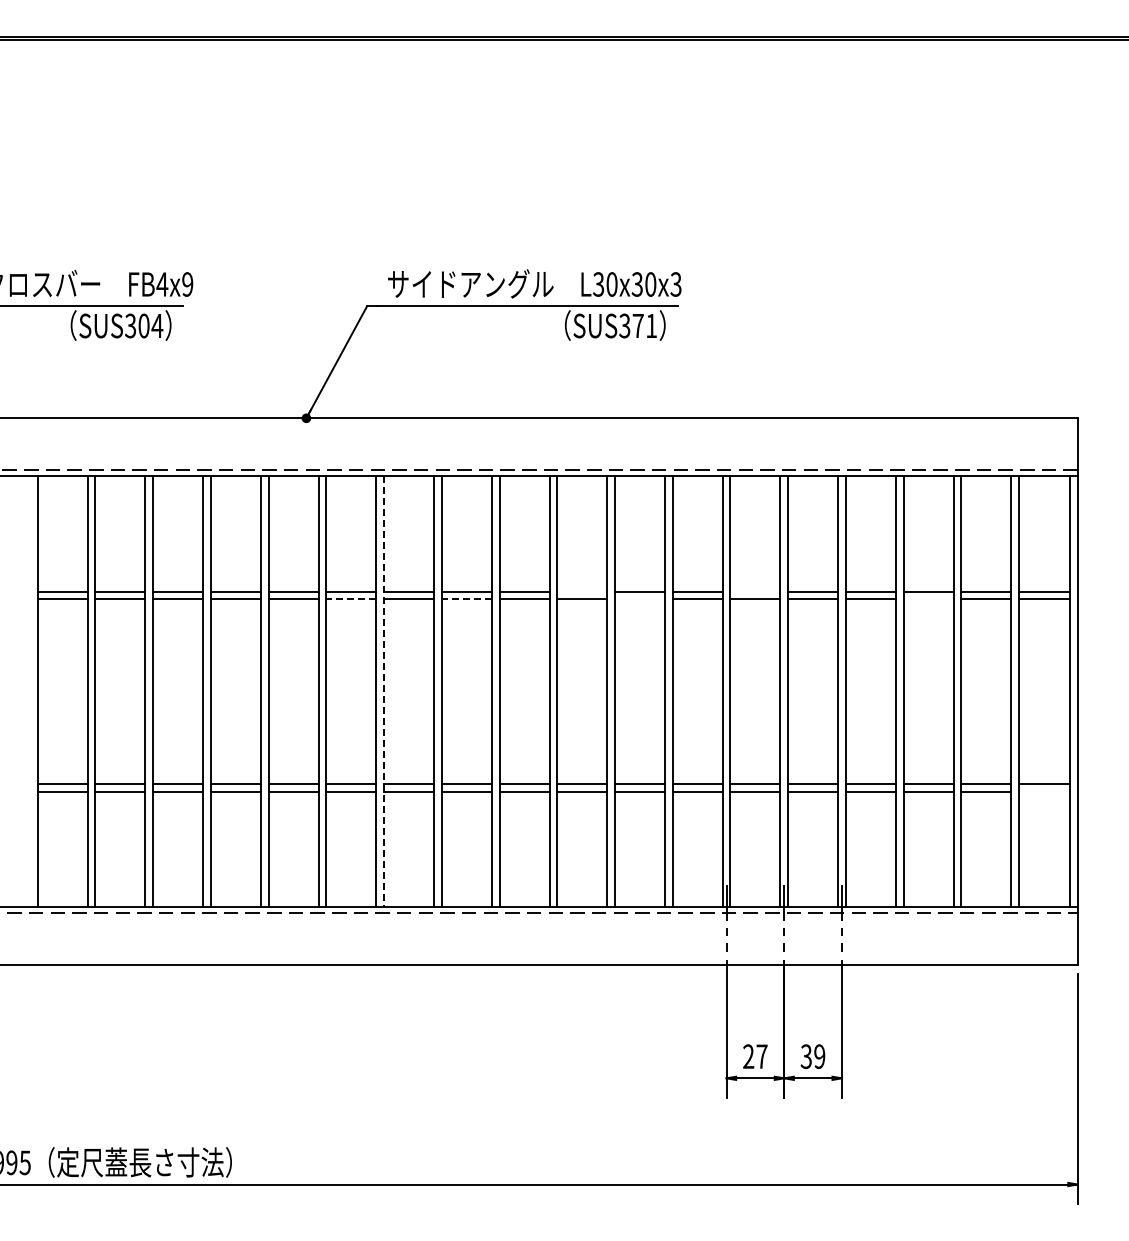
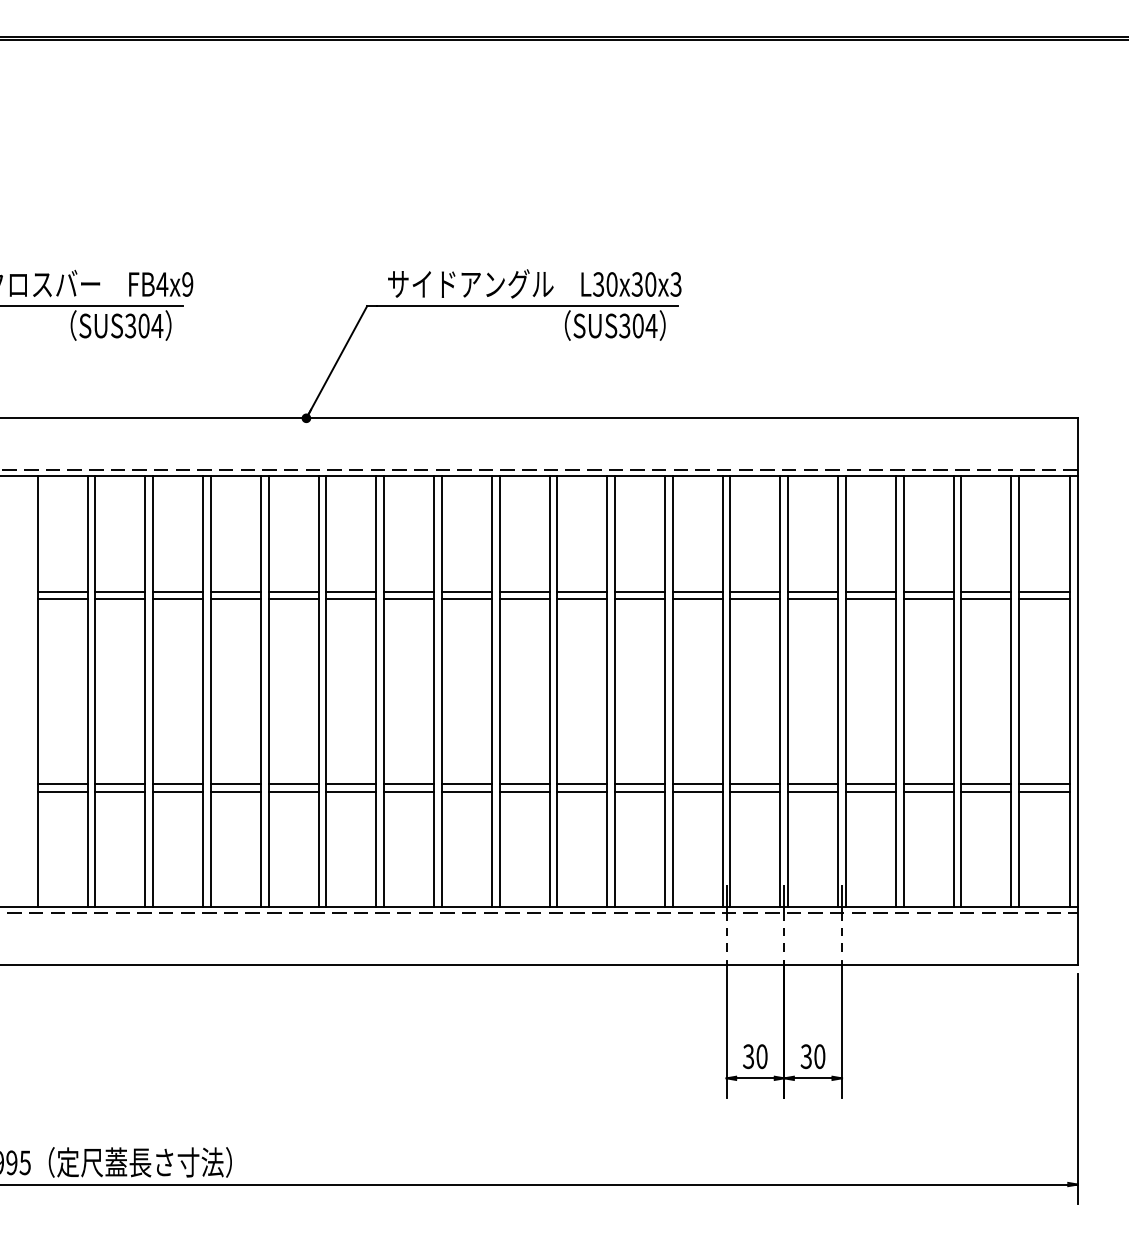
text at (644, 325): SUS371 -> SUS304
line at (582, 591): none -> present
line at (755, 591): none -> present
line at (350, 599): dashed -> solid
line at (466, 599): dashed -> solid
line at (639, 599): none -> present
line at (928, 599): none -> present
line at (384, 691): dashed -> solid
line at (1044, 791): none -> present
text at (755, 1056): 27 -> 30
text at (819, 1056): 39 -> 30
